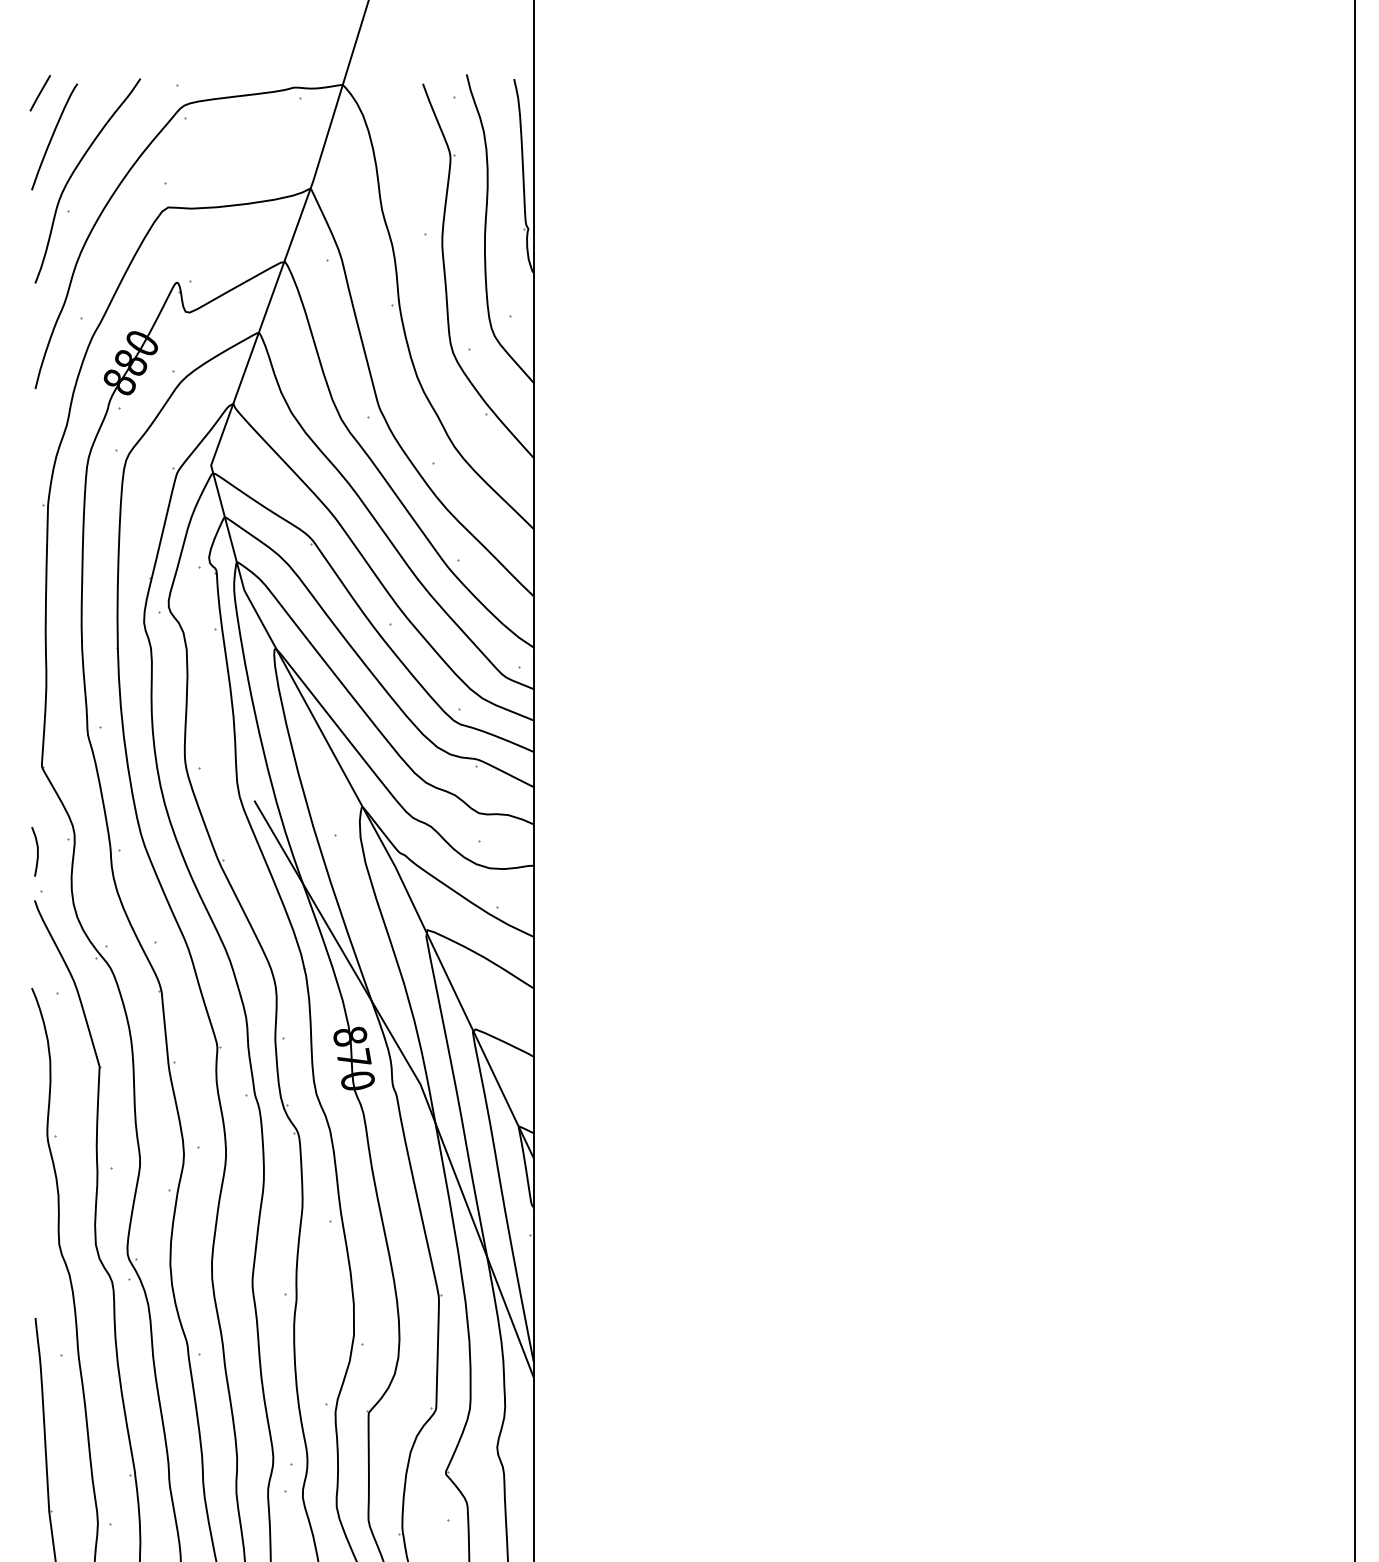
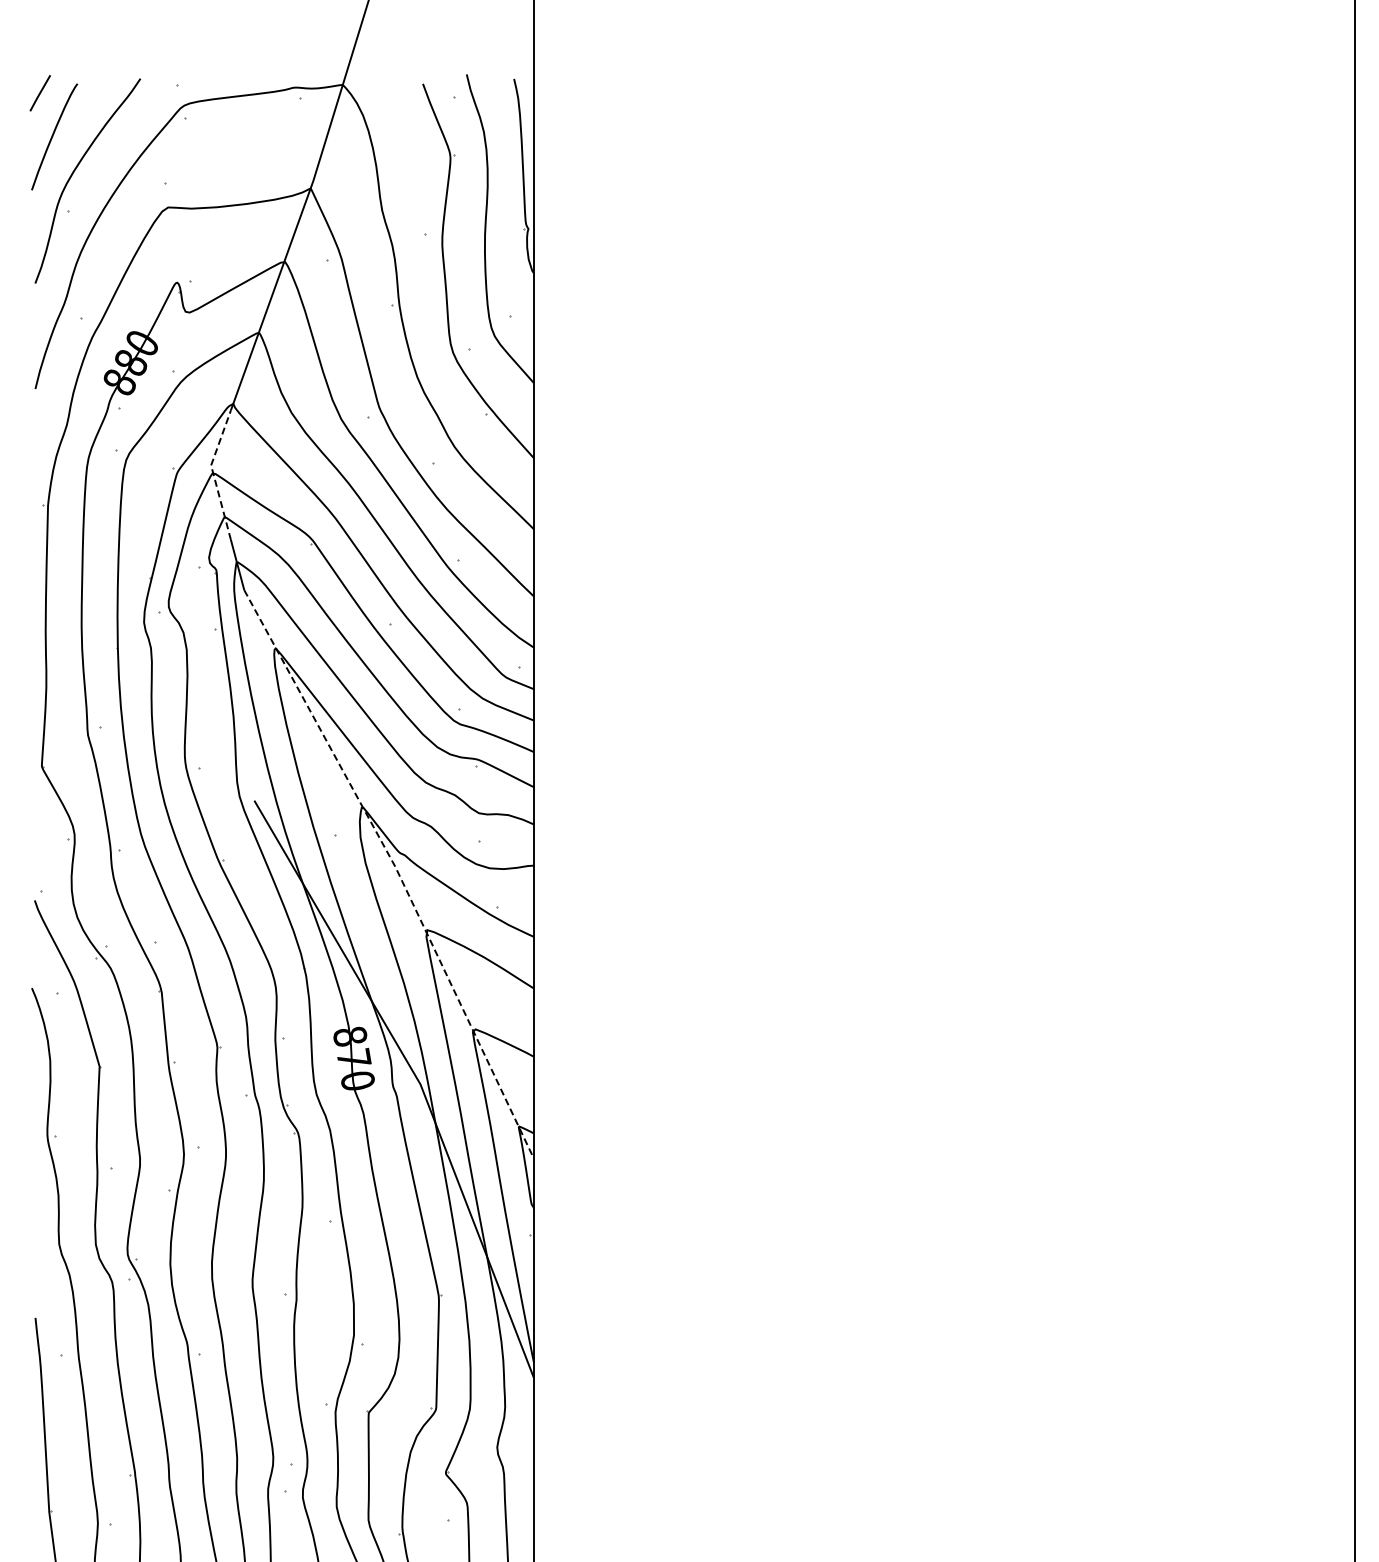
line at (213, 473): solid -> dashed
curve at (37, 851): present -> none
line at (397, 871): solid -> dashed
